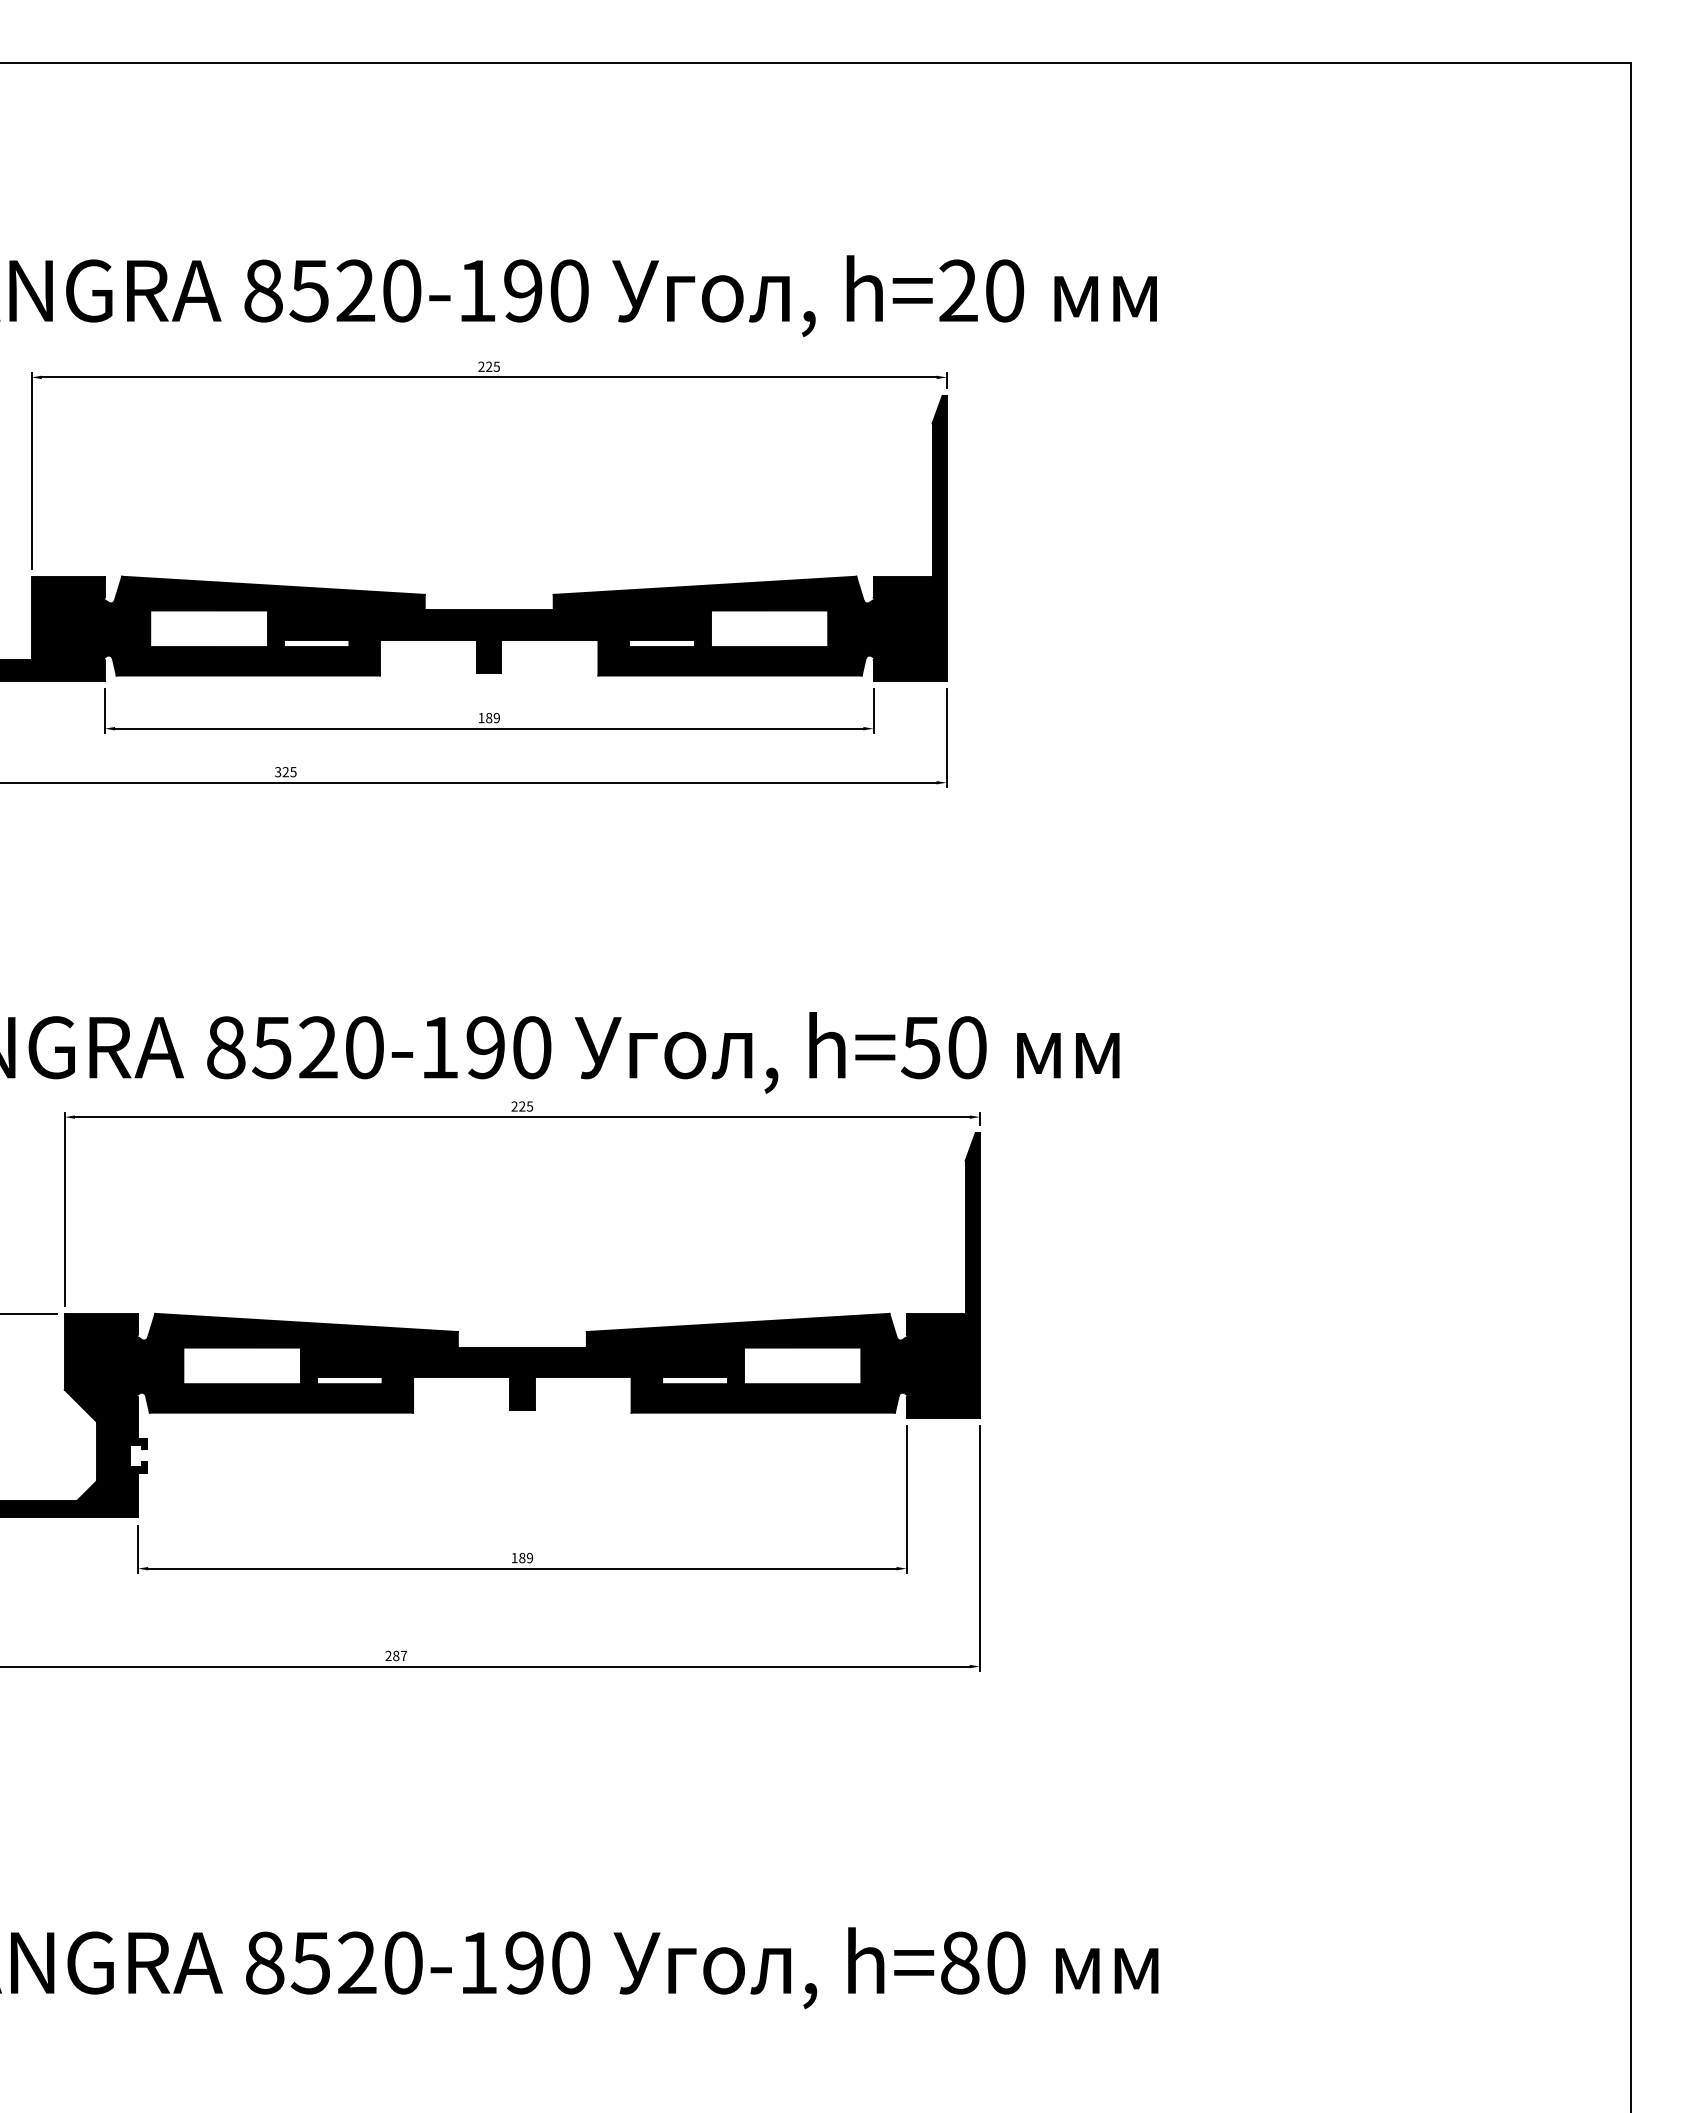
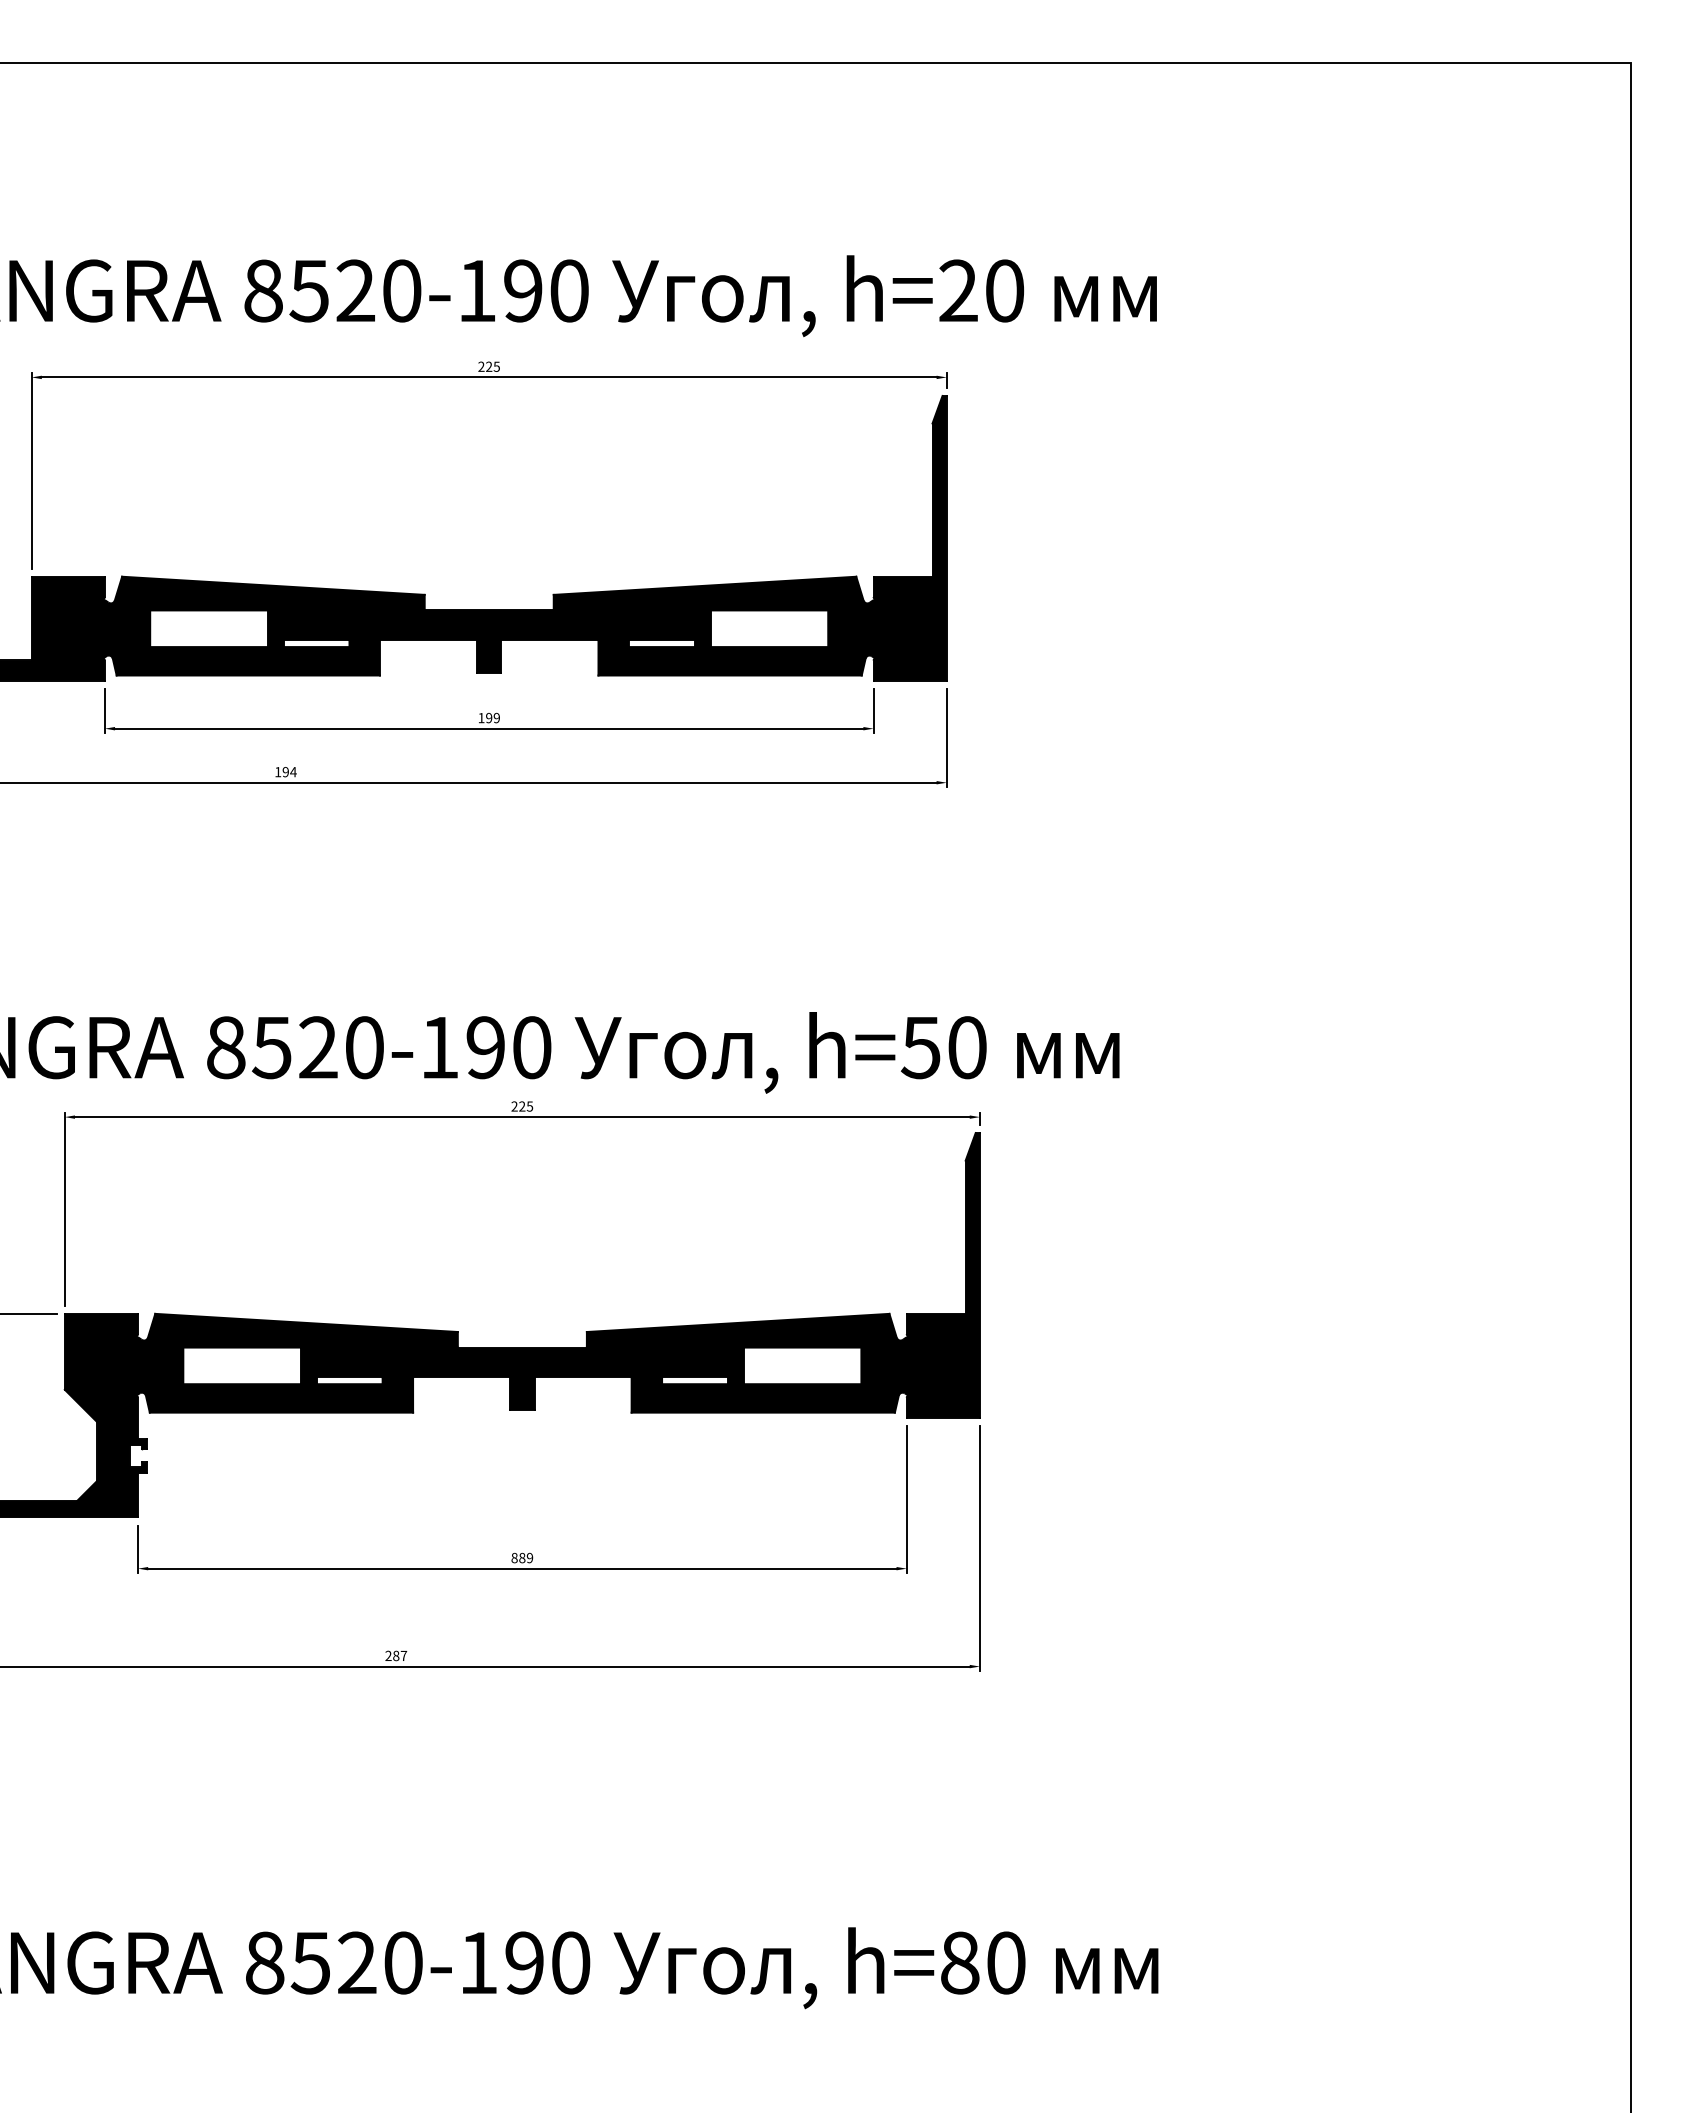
text at (489, 718): 189 -> 199
text at (285, 772): 325 -> 194
text at (514, 1557): 189 -> 889
